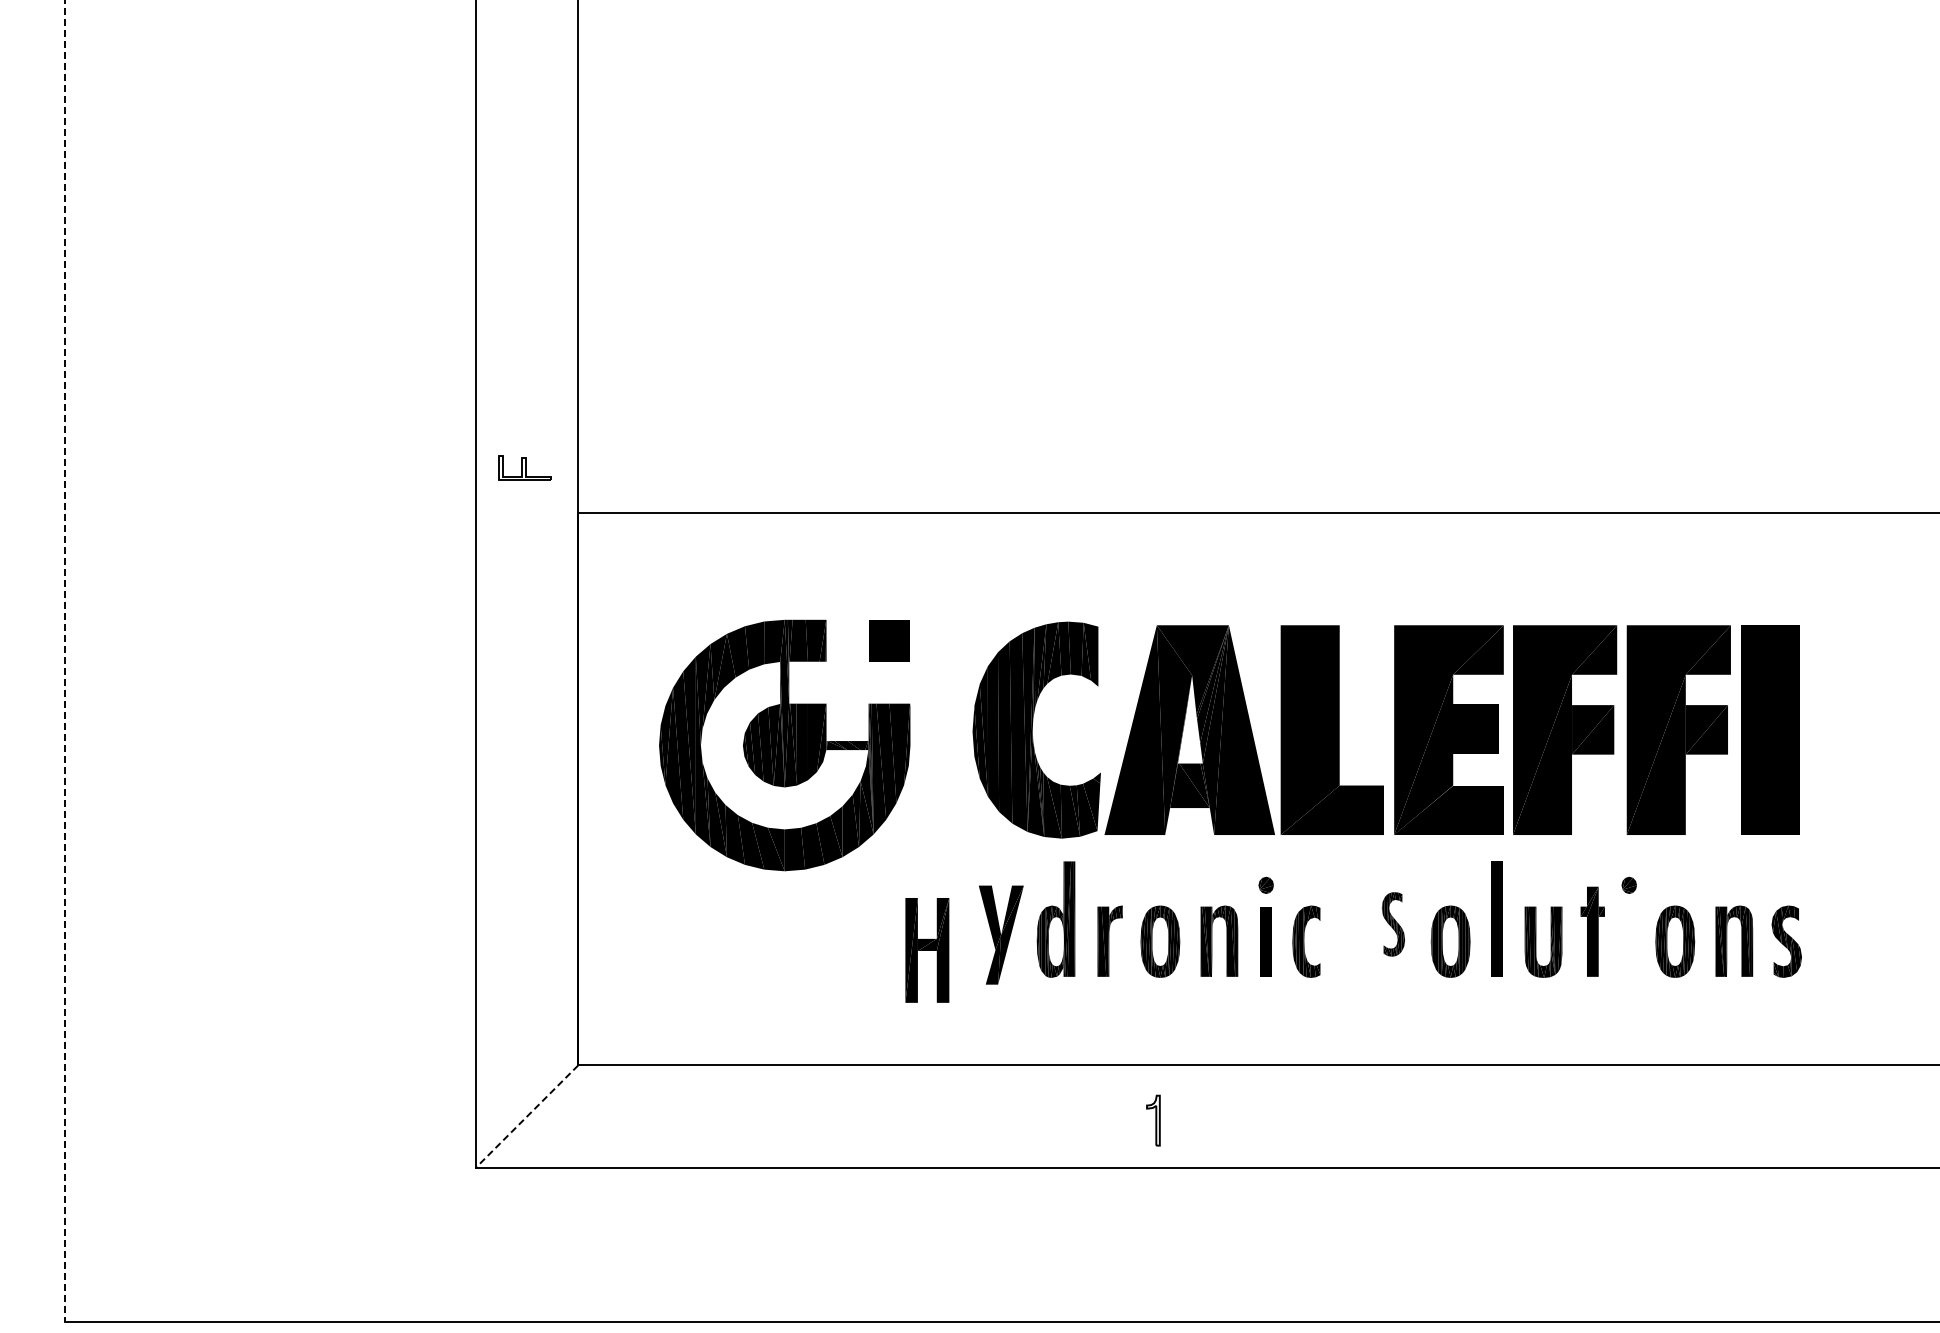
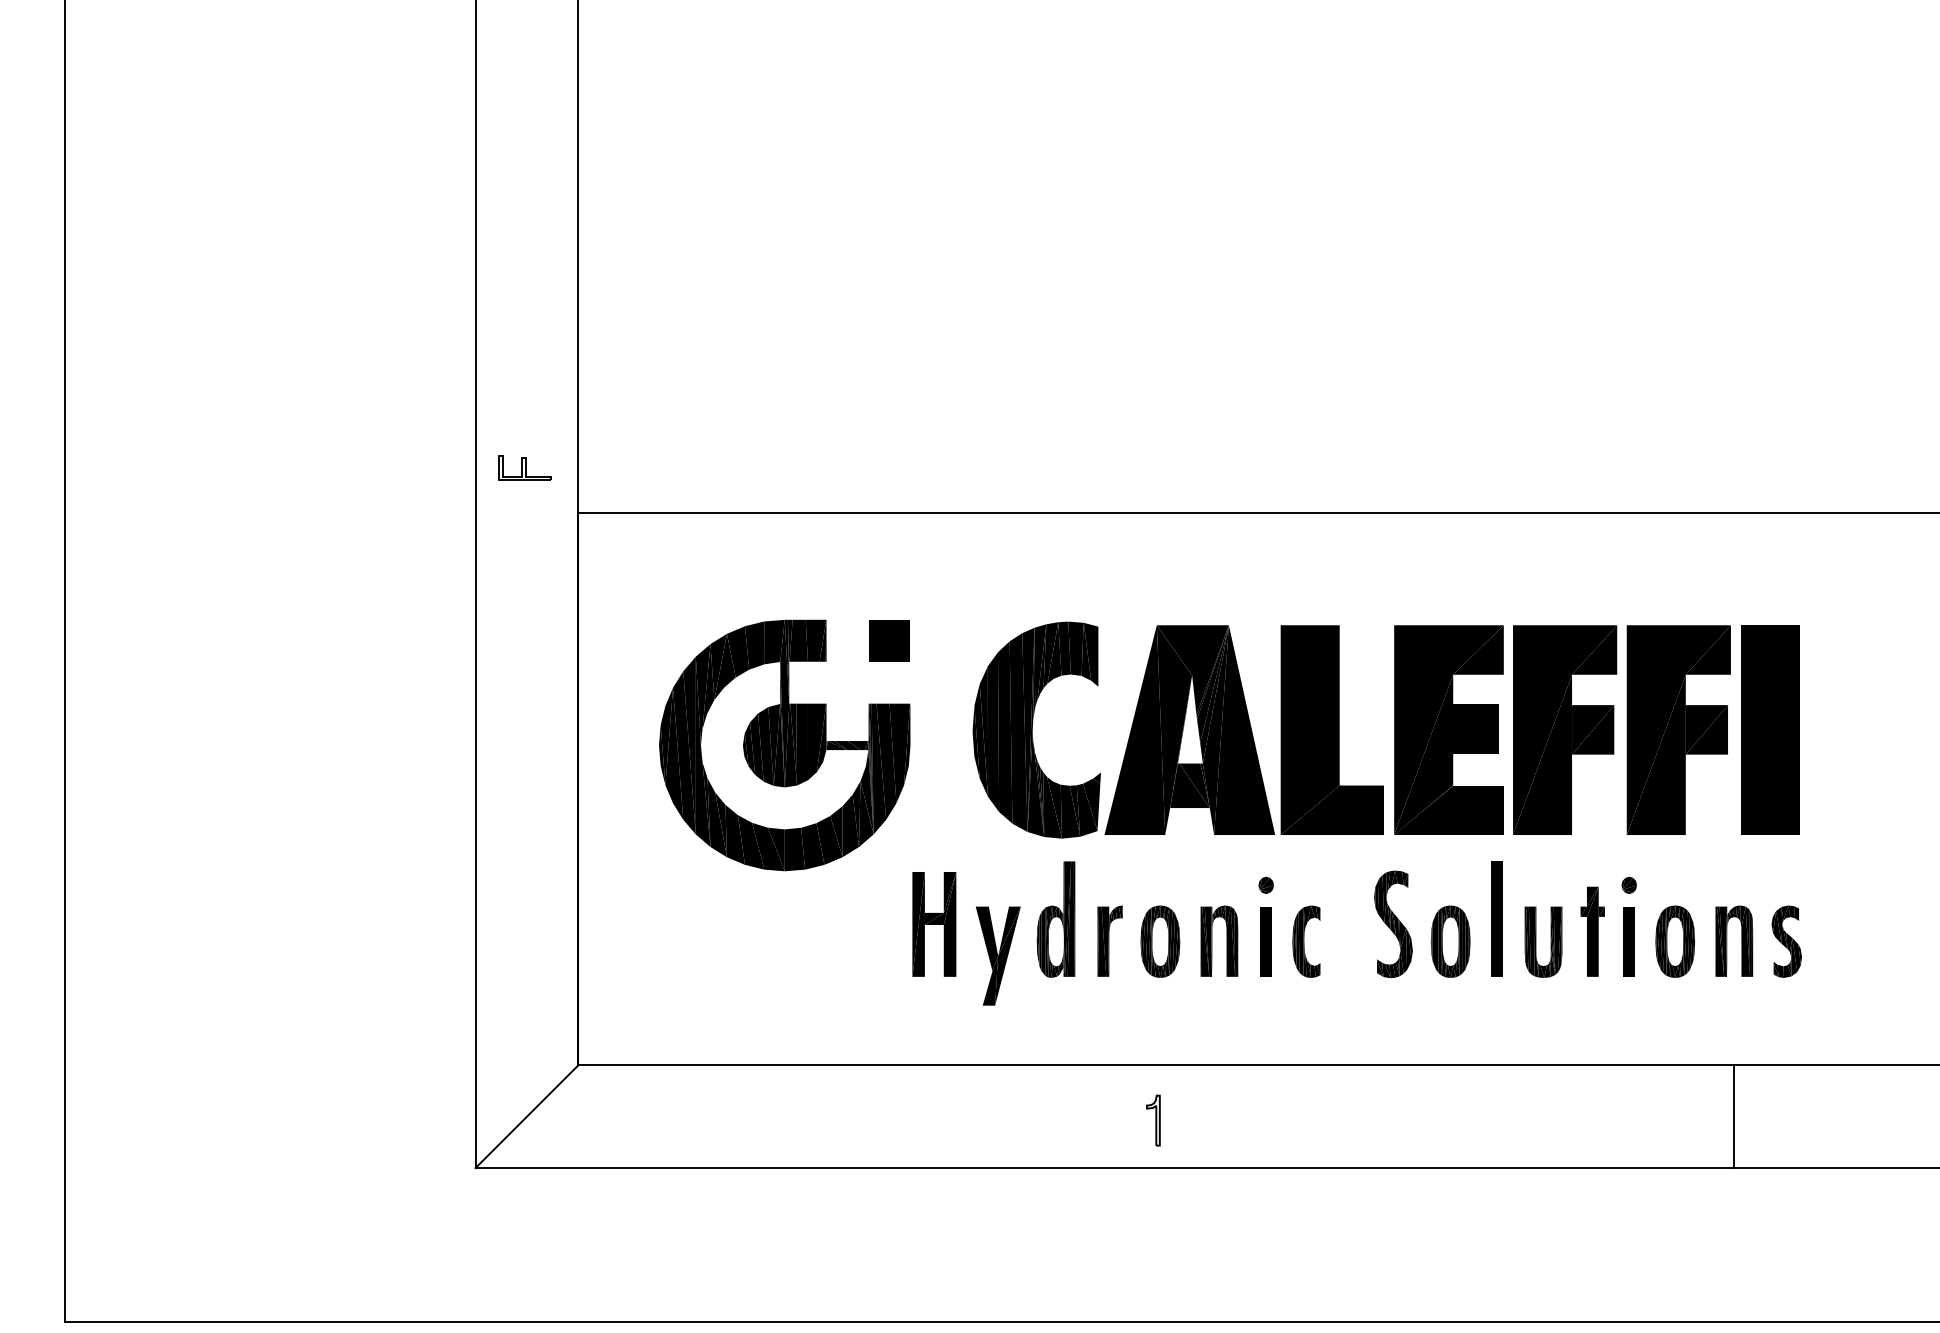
line at (64, 662): dashed -> solid
part at (1393, 924) size: 25x65 px -> 39x109 px
part at (1001, 934) position: (1001, 934) -> (998, 955)
part at (1628, 941): none -> present
part at (927, 950) position: (927, 950) -> (934, 924)
line at (526, 1116): dashed -> solid
line at (1734, 1116): none -> present
